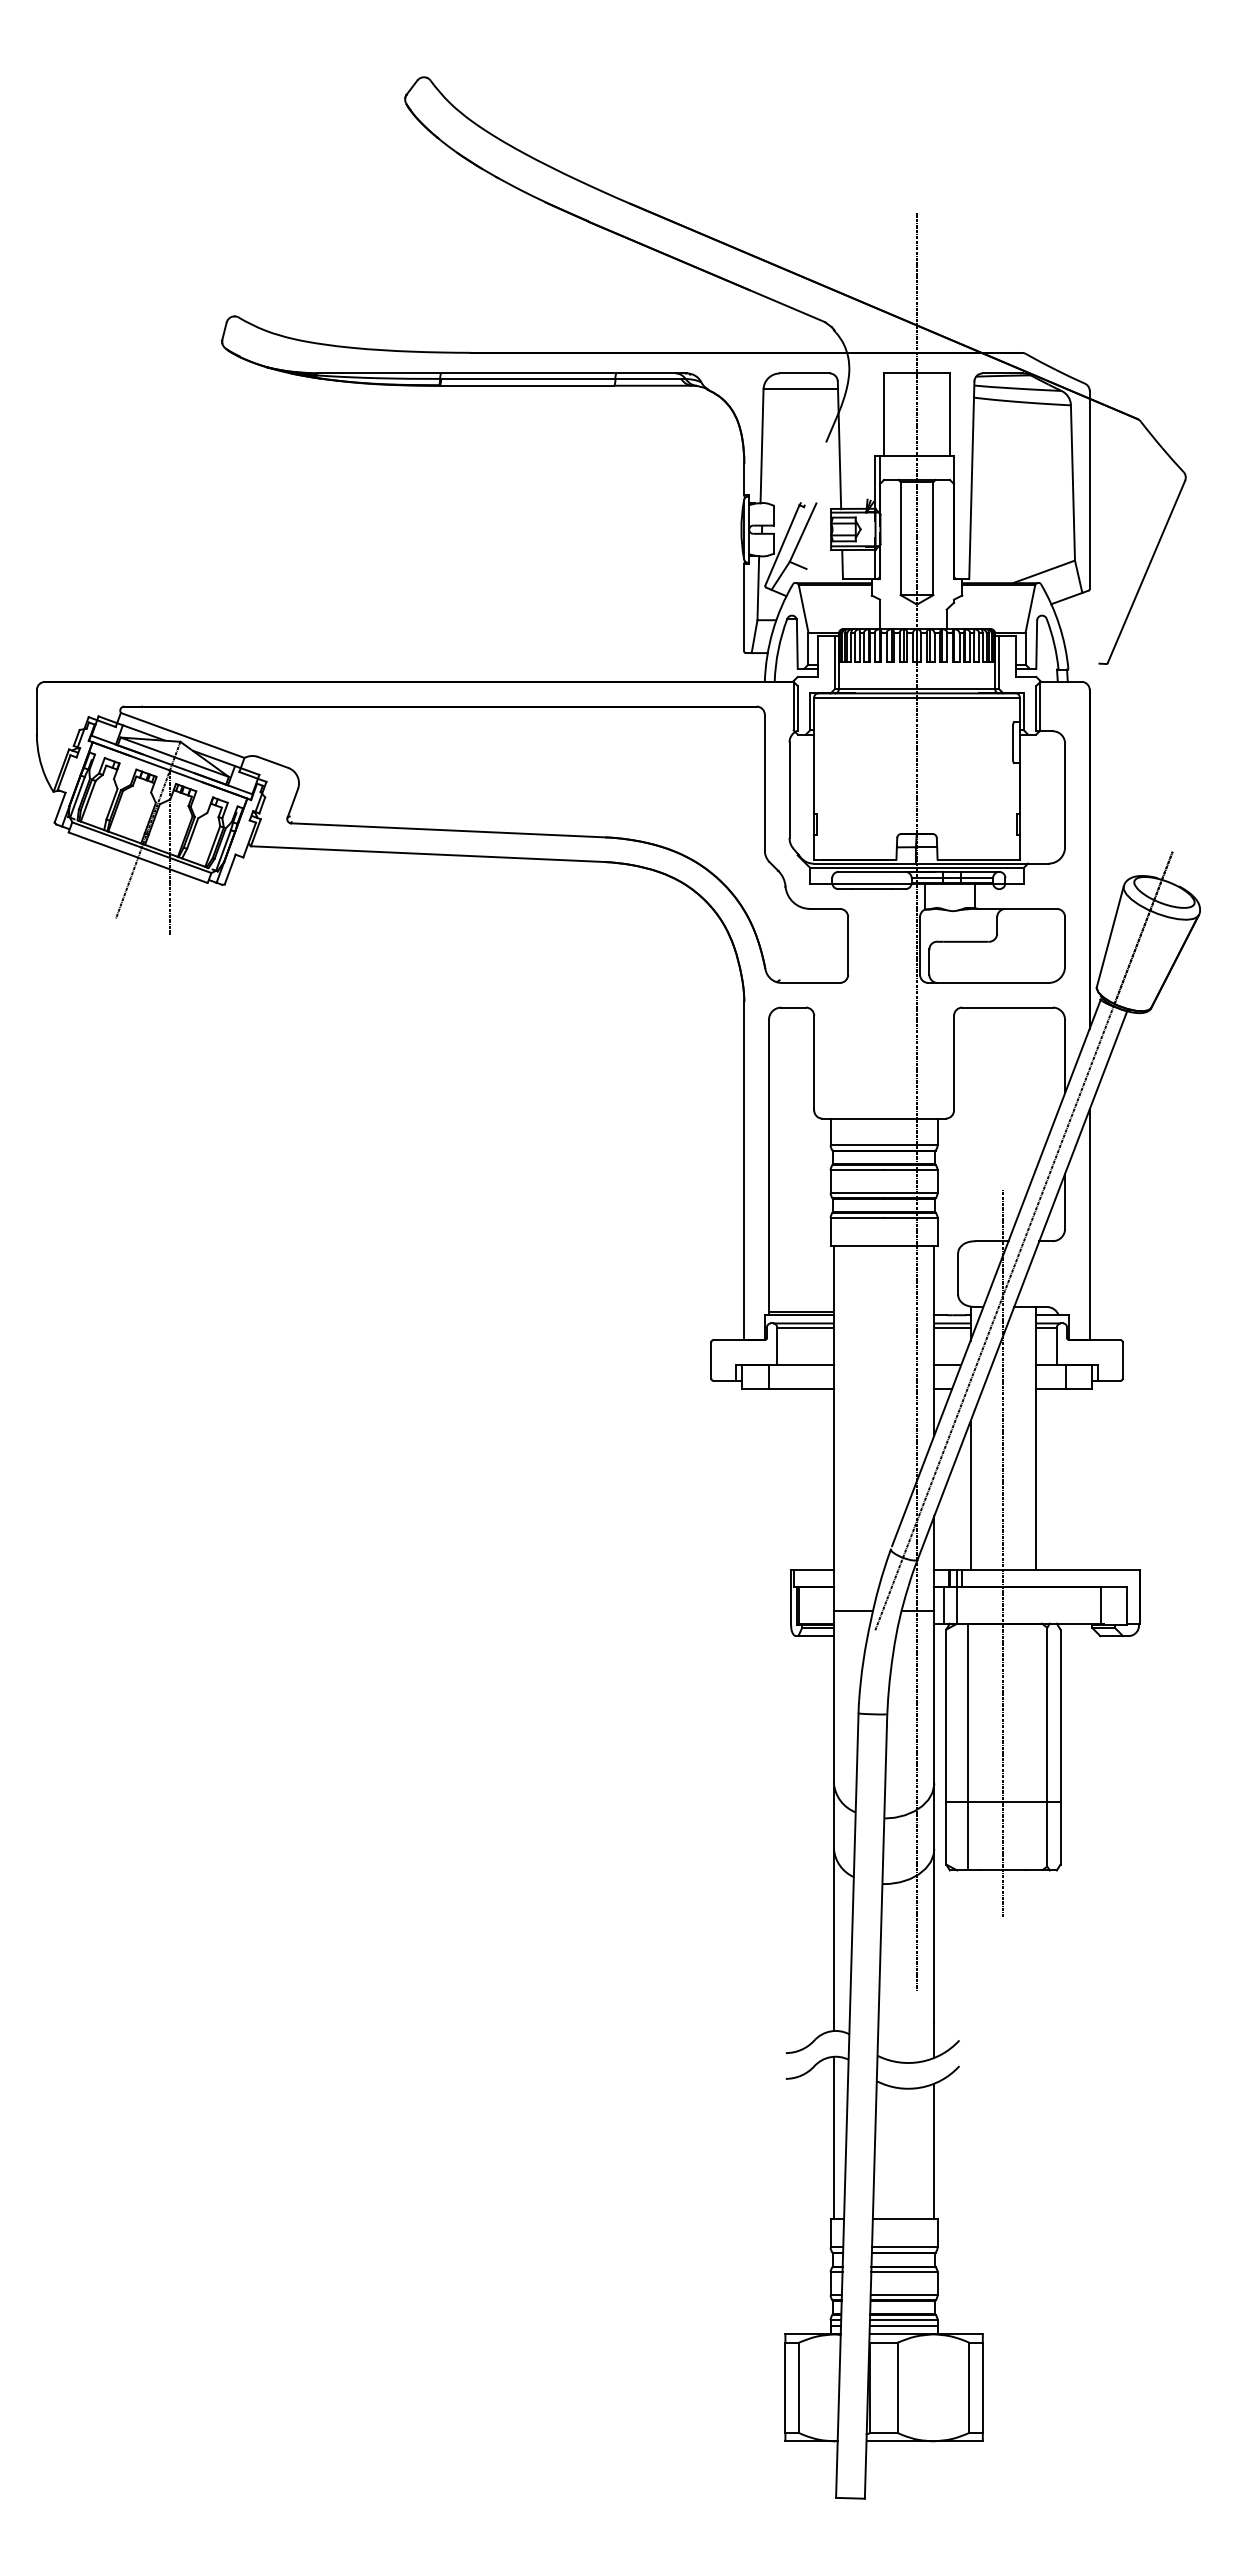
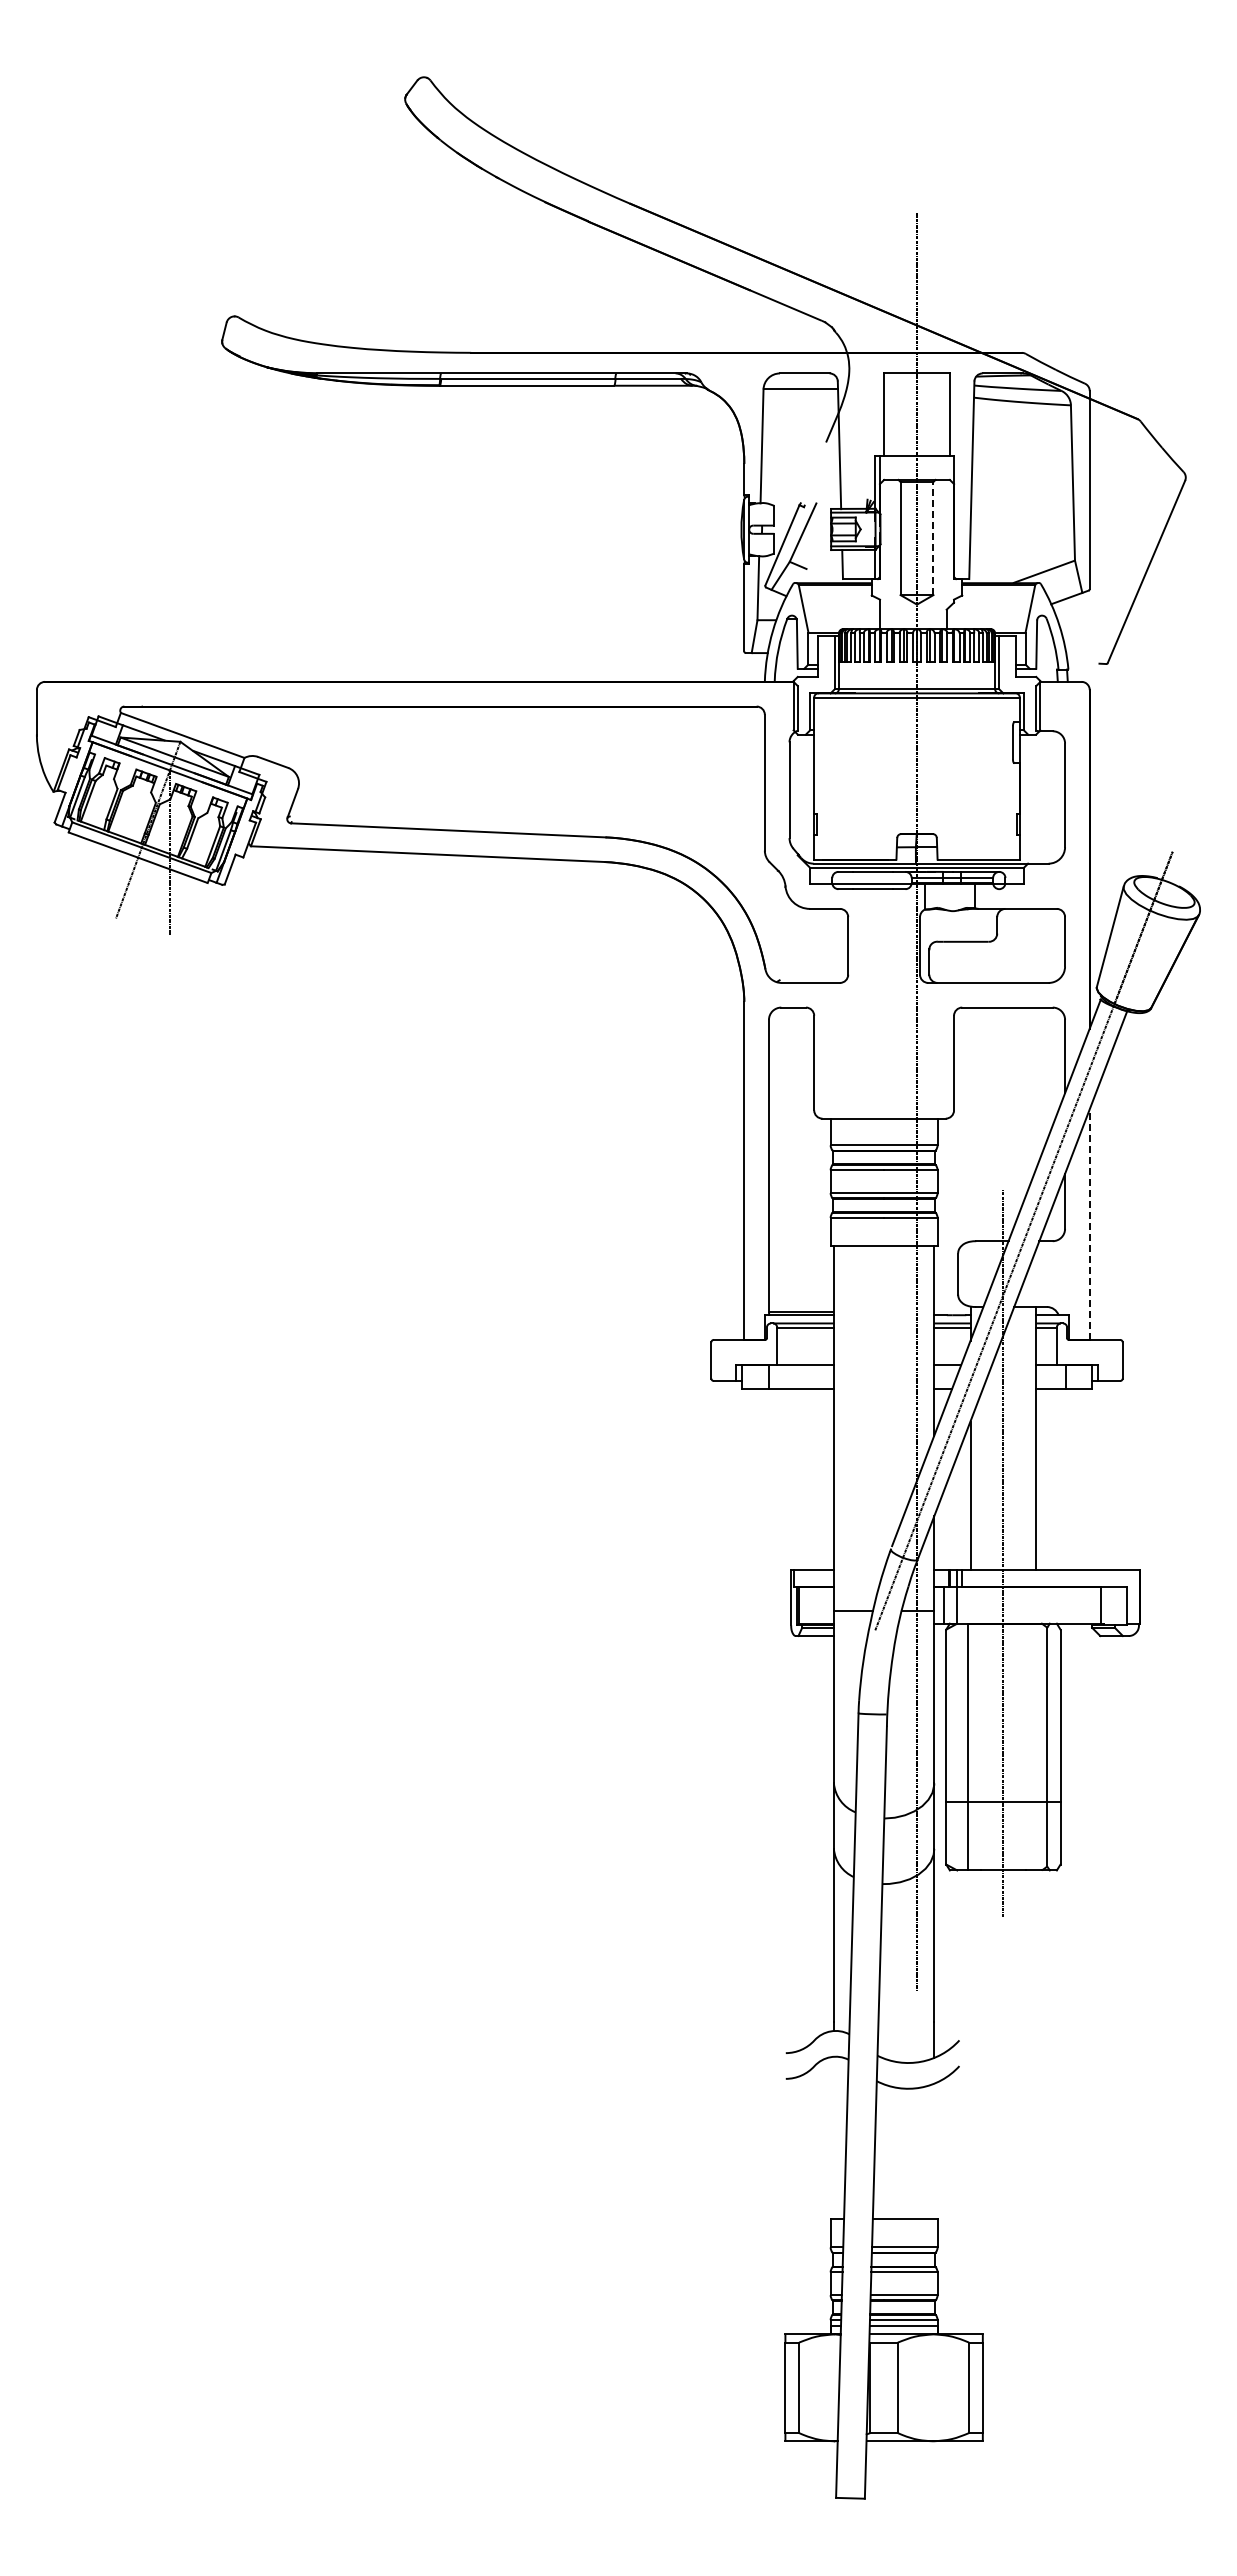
line at (933, 538): solid -> dashed
line at (1089, 1224): solid -> dashed
line at (833, 2137): present -> none
line at (934, 2151): present -> none
